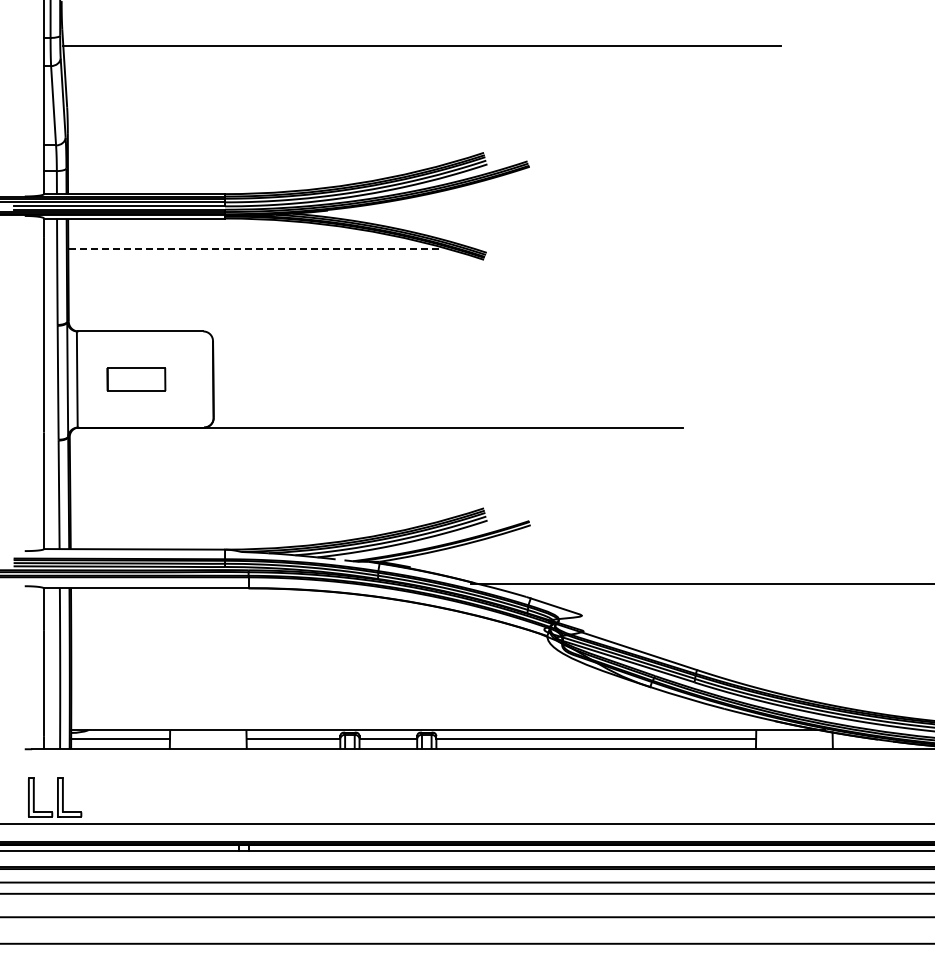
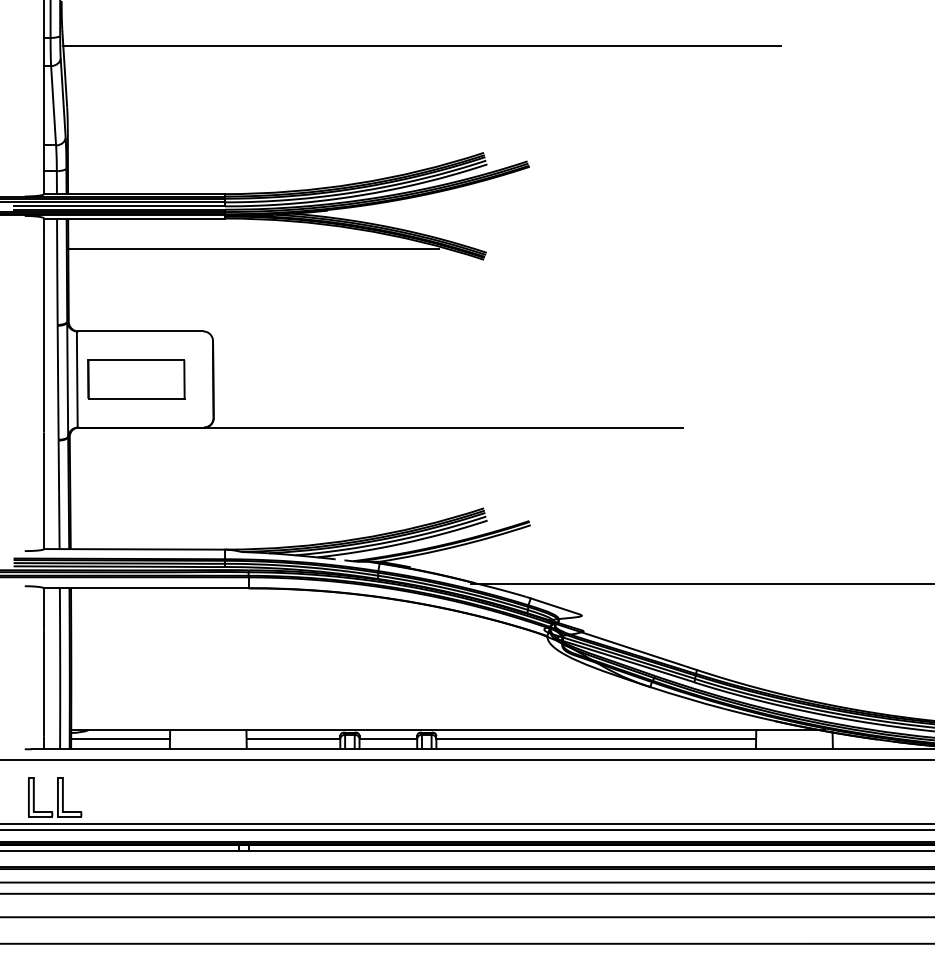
line at (253, 248): dashed -> solid
part at (136, 379) size: 61x25 px -> 99x41 px
line at (466, 760): none -> present
line at (466, 830): none -> present
